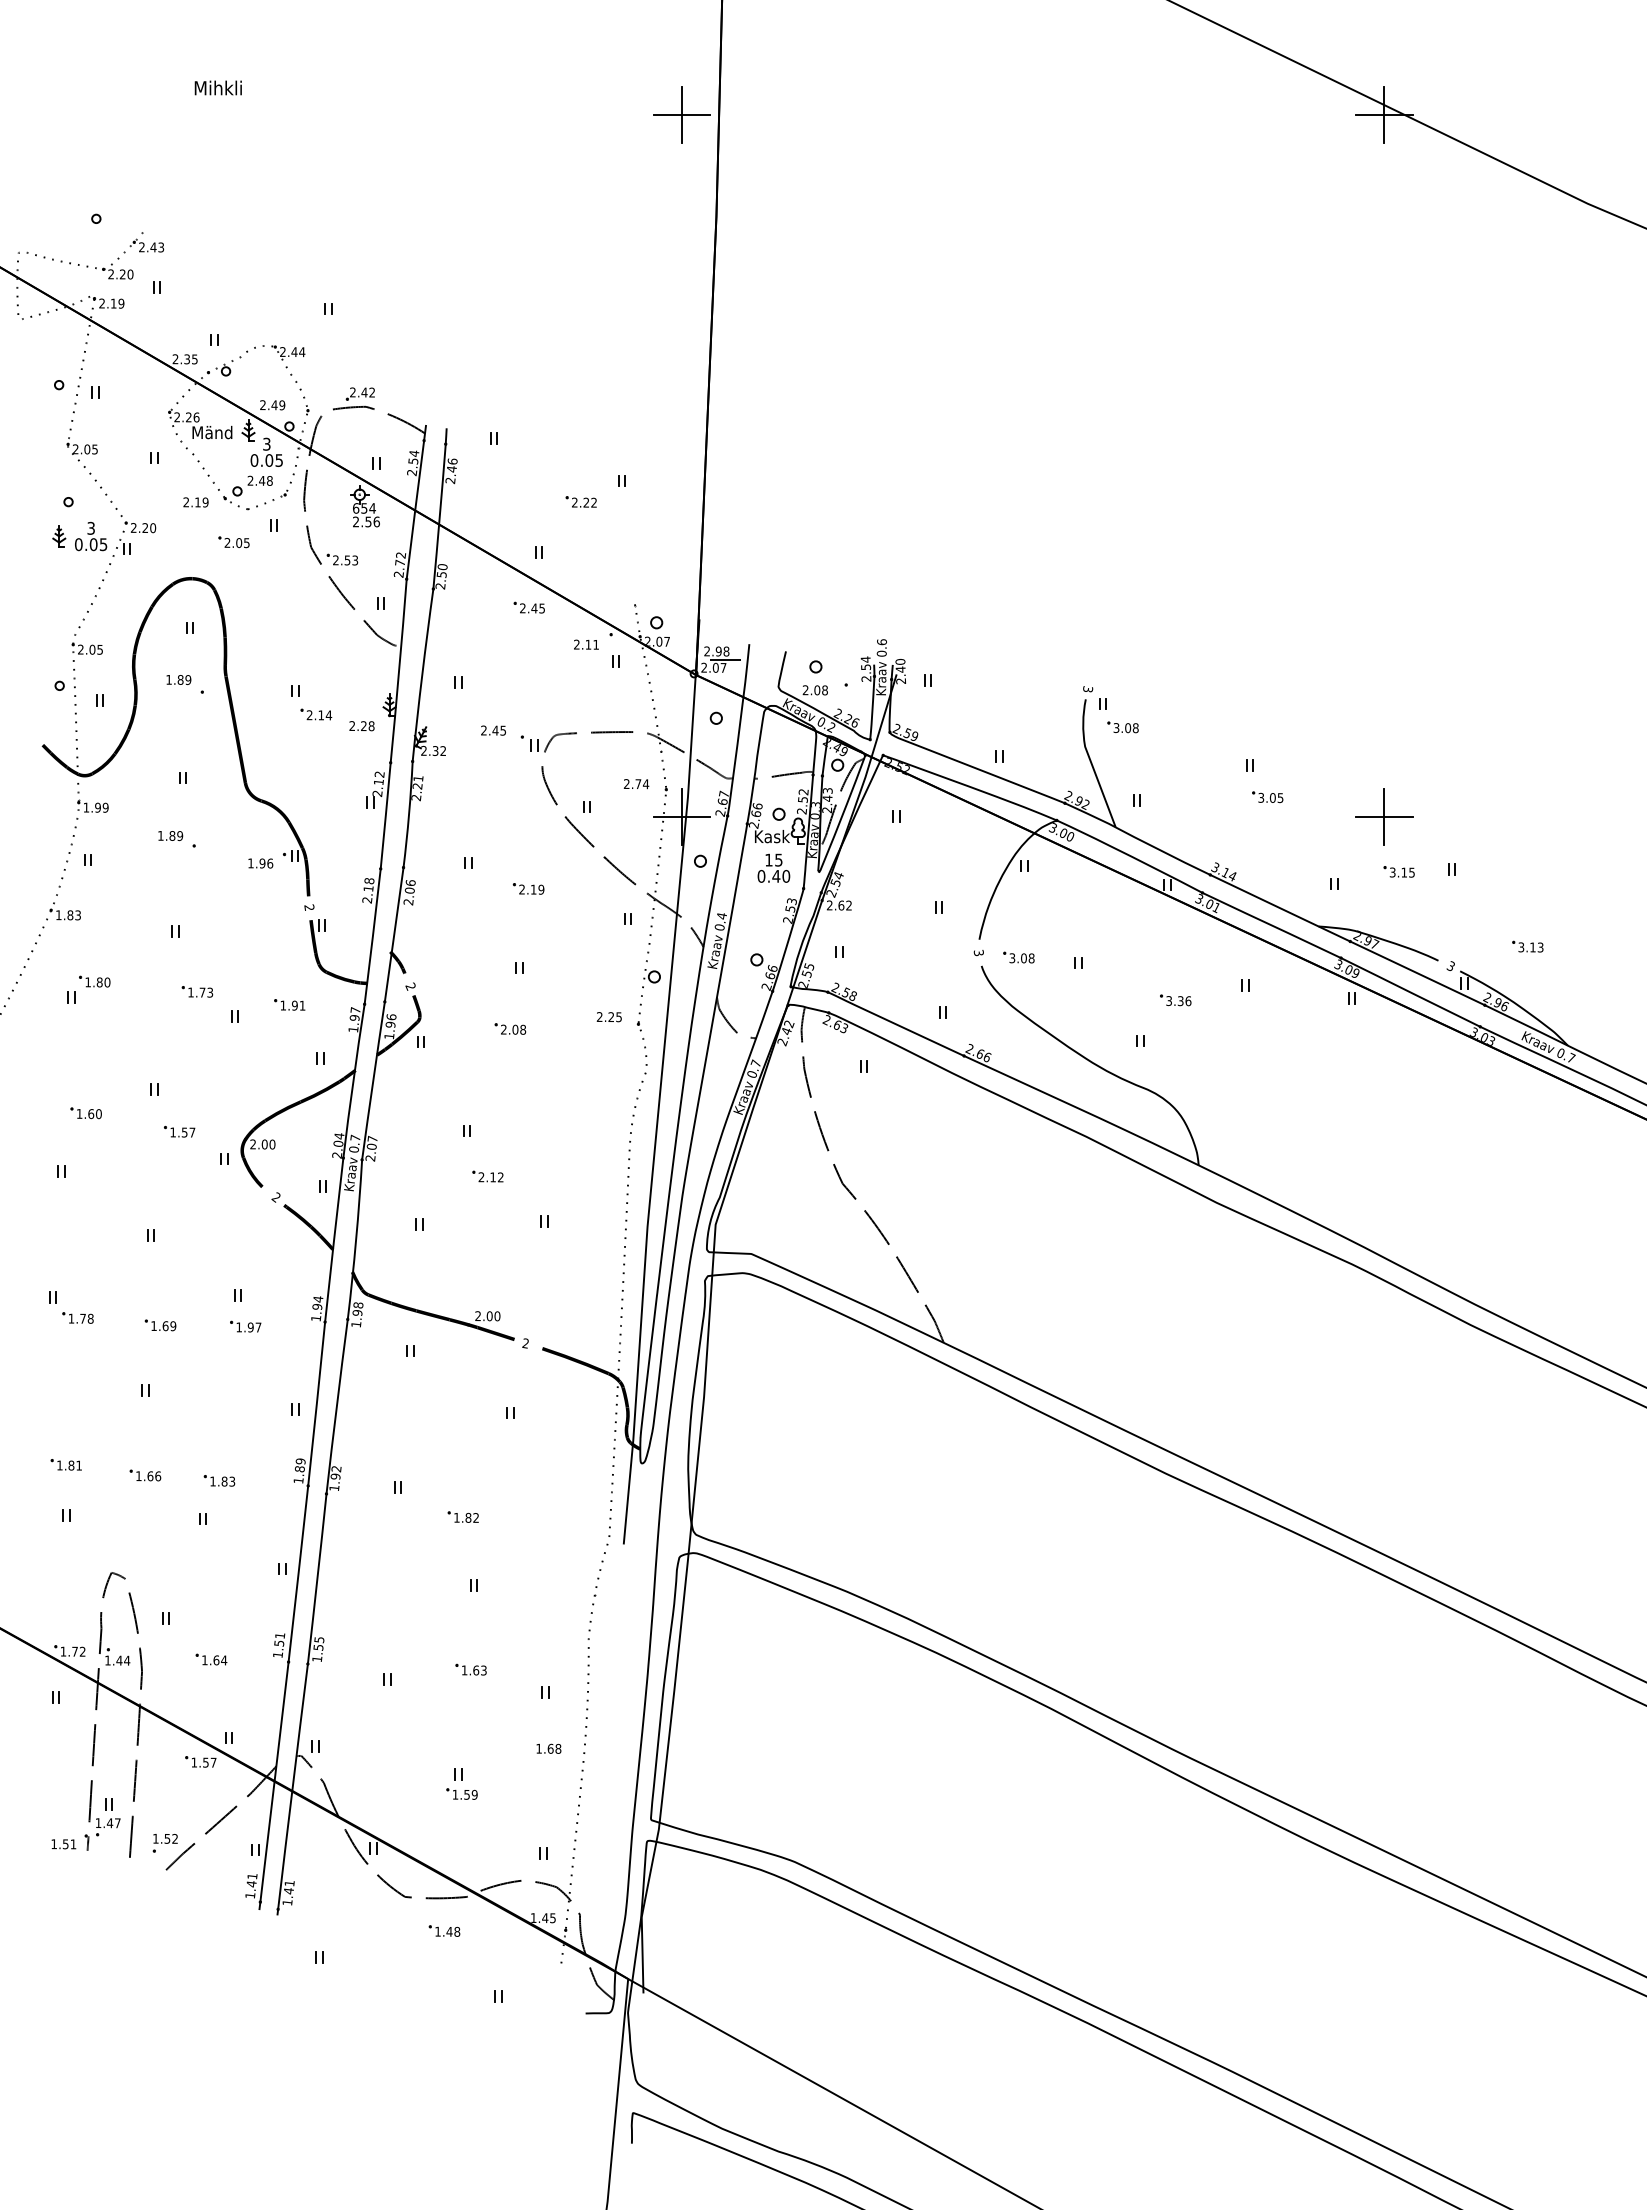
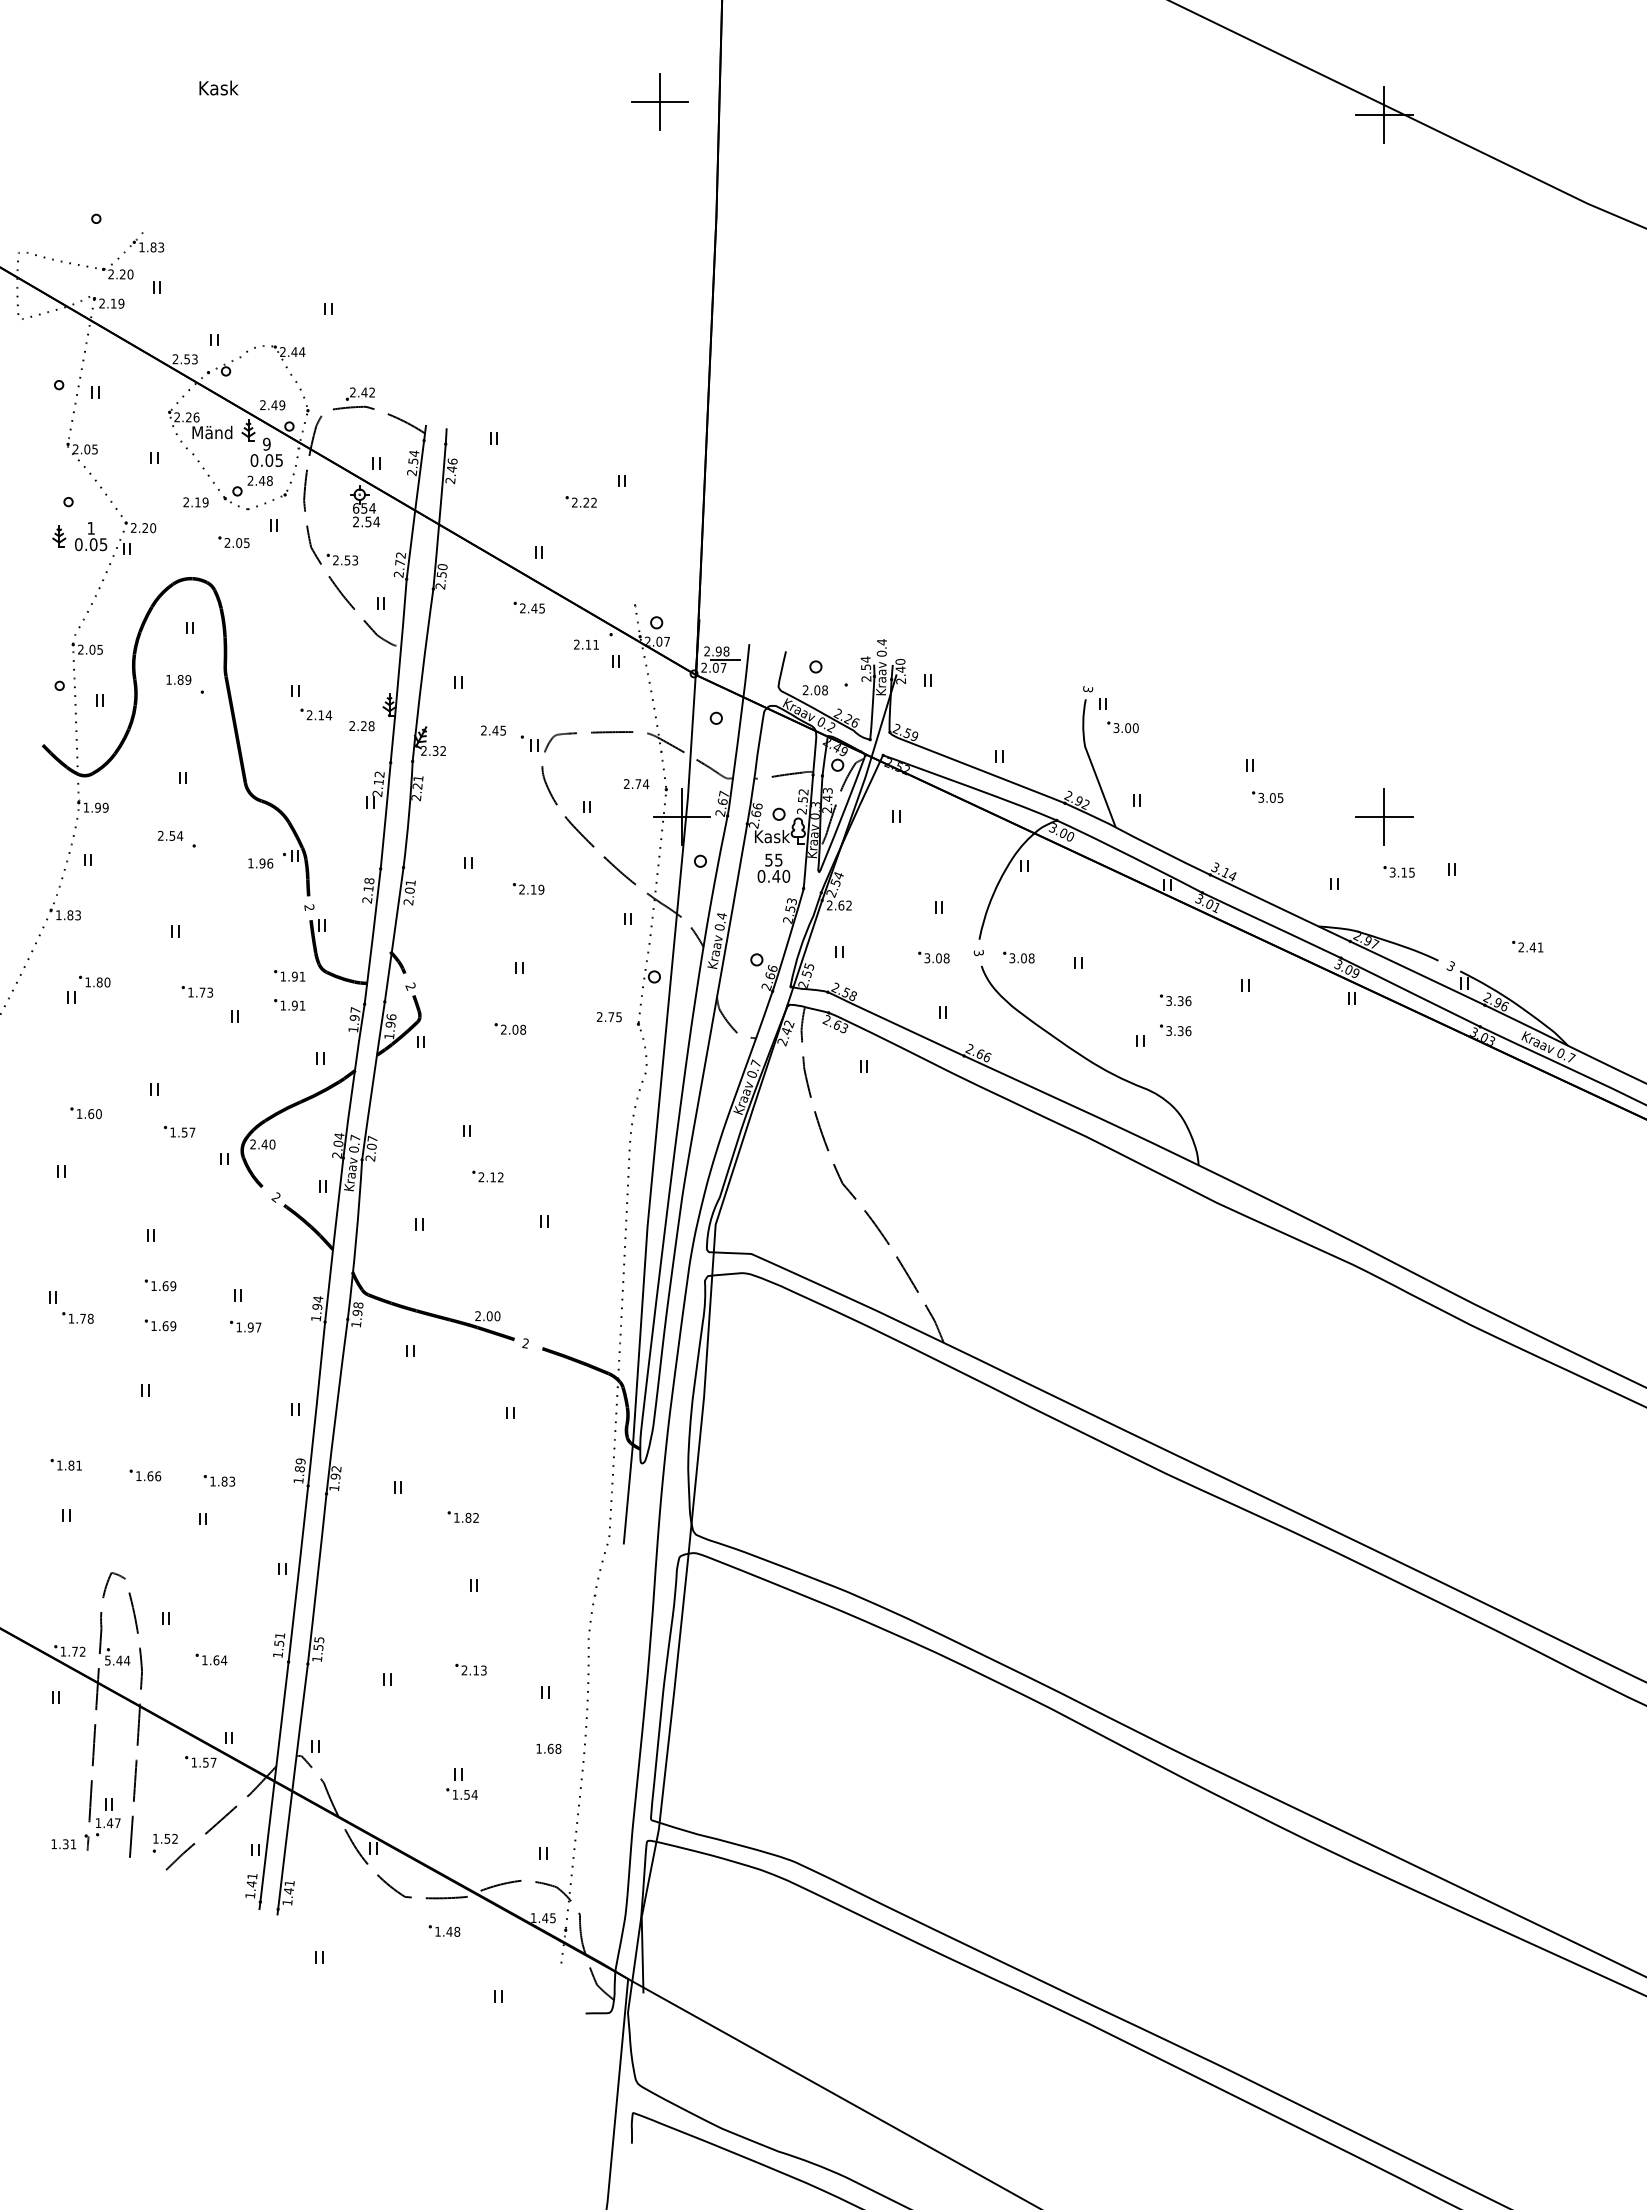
text at (217, 87): Mihkli -> Kask
part at (681, 114) position: (681, 114) -> (659, 101)
text at (147, 247): 2.43 -> 1.83
text at (190, 358): 2.35 -> 2.53
text at (266, 443): 3 -> 9
text at (376, 521): 2.56 -> 2.54
text at (90, 527): 3 -> 1
text at (881, 642): 0.6 -> 0.4
text at (1135, 727): 3.08 -> 3.00
text at (170, 835): 1.89 -> 2.54
text at (768, 859): 15 -> 55
text at (410, 882): 2.06 -> 2.01
text at (1530, 947): 3.13 -> 2.41
part at (933, 957): none -> present
part at (289, 975): none -> present
text at (611, 1016): 2.25 -> 2.75
part at (1175, 1030): none -> present
text at (264, 1144): 2.00 -> 2.40
part at (160, 1285): none -> present
text at (107, 1660): 1.44 -> 5.44
text at (470, 1670): 1.63 -> 2.13
text at (474, 1794): 1.59 -> 1.54
text at (65, 1843): 1.51 -> 1.31
